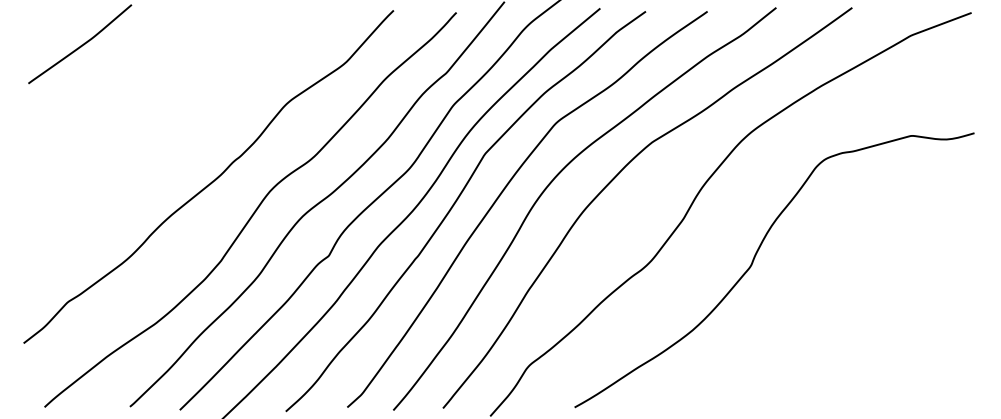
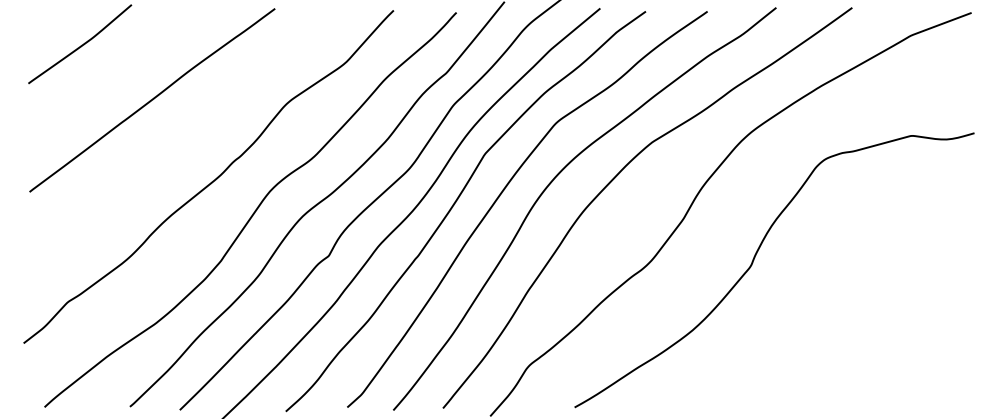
curve at (152, 100): none -> present
